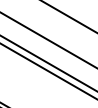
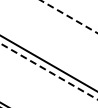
line at (68, 16): solid -> dashed
line at (48, 39): present -> none
line at (48, 71): solid -> dashed
